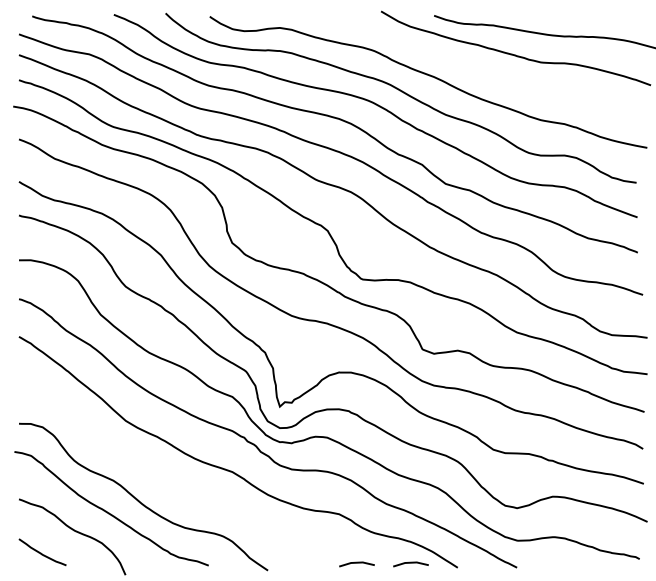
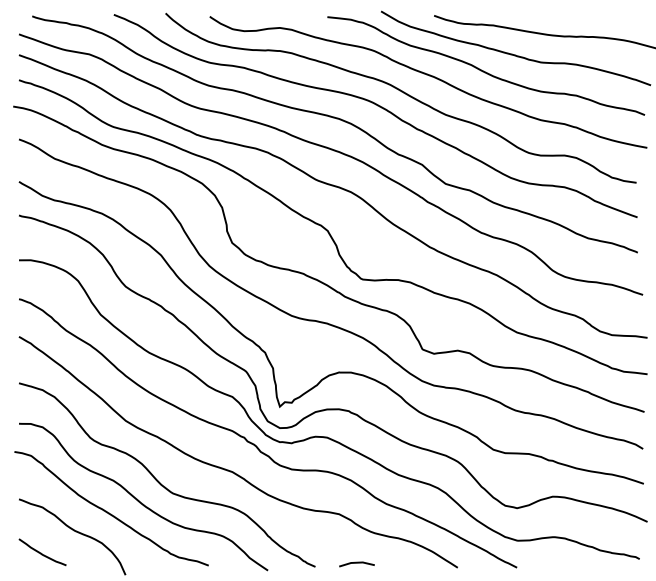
curve at (483, 70): none -> present
curve at (159, 481): none -> present
line at (410, 563): present -> none
